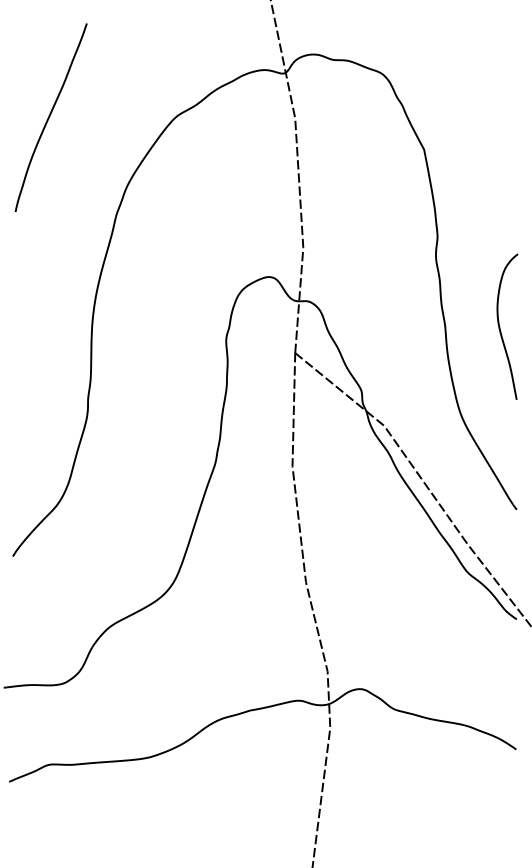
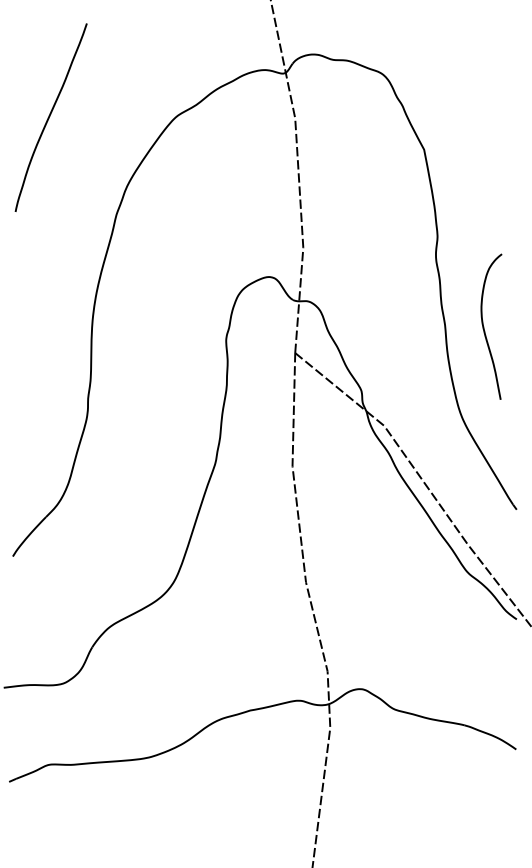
curve at (500, 326) position: (500, 326) -> (484, 326)
